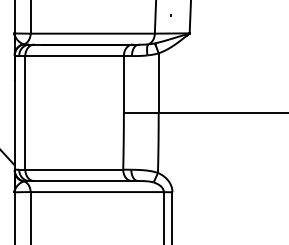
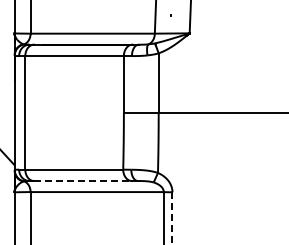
line at (82, 180): solid -> dashed
line at (172, 218): solid -> dashed
